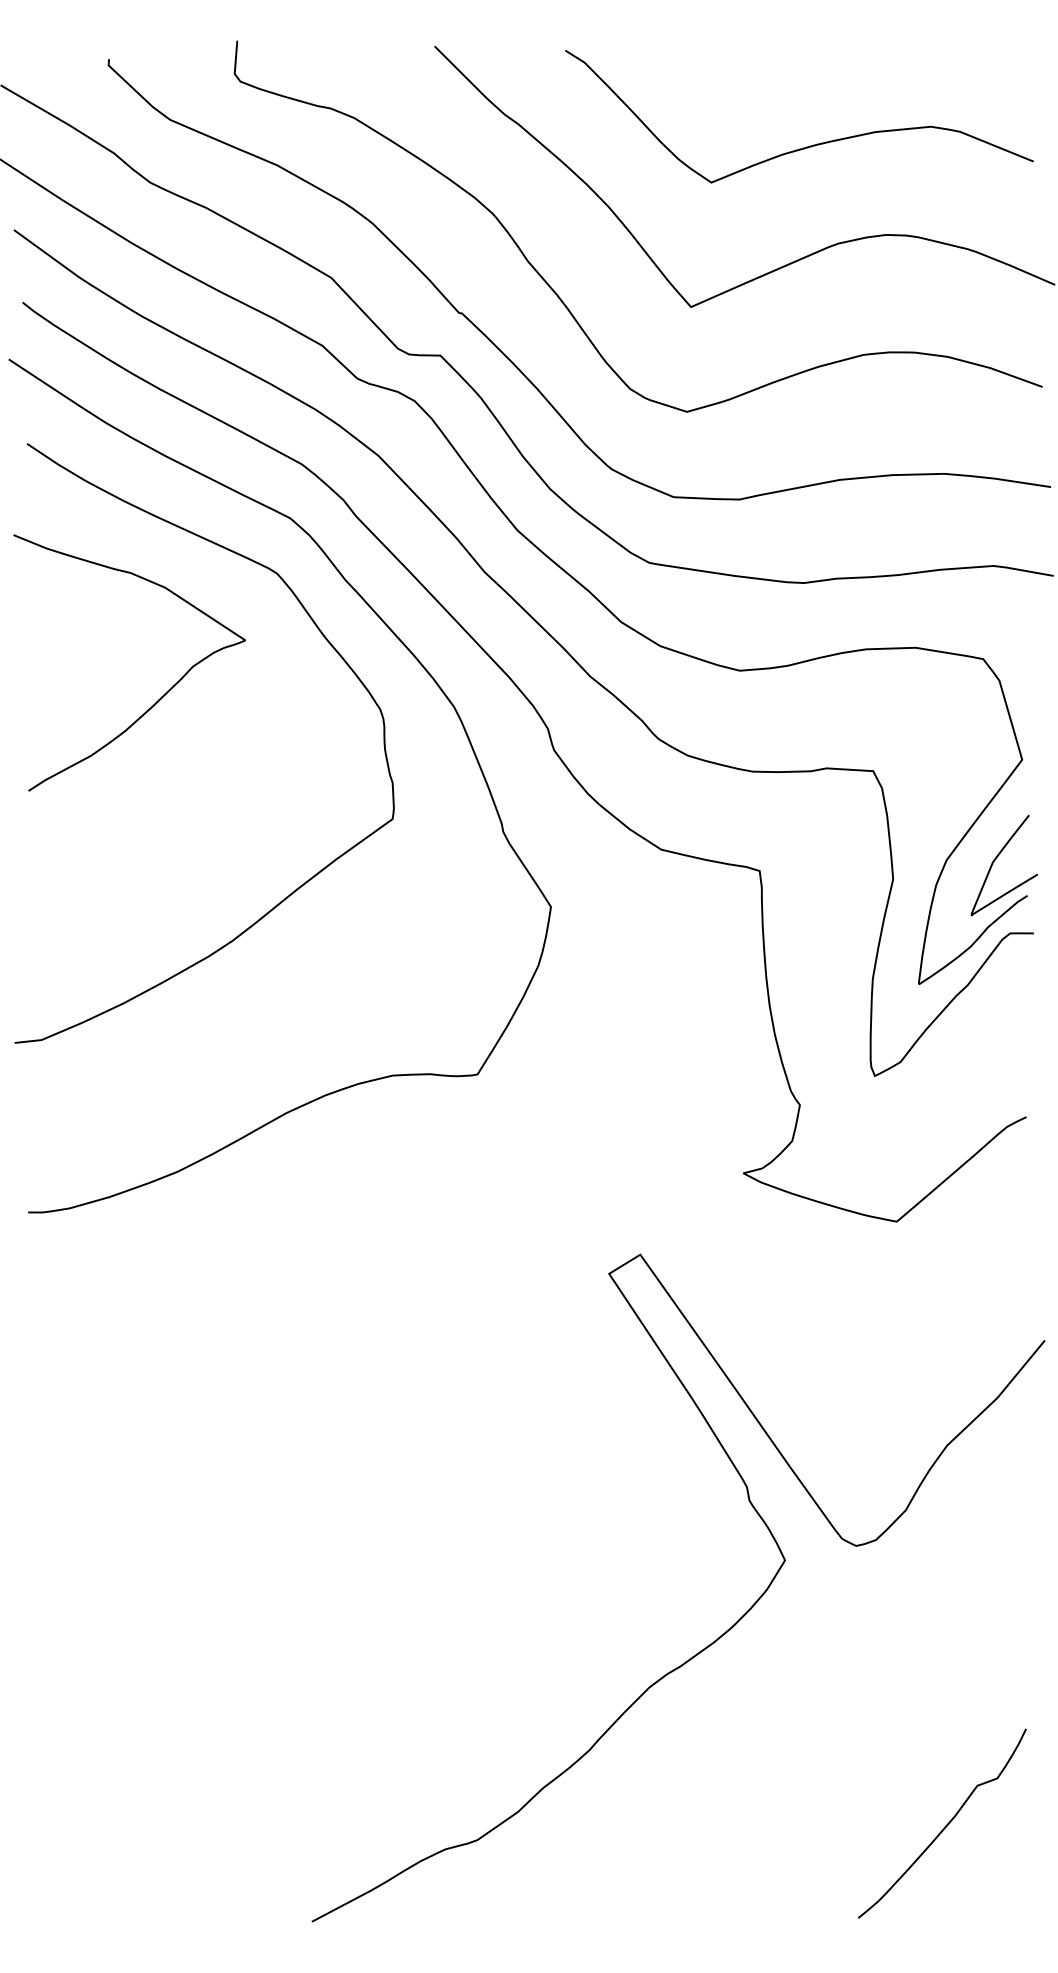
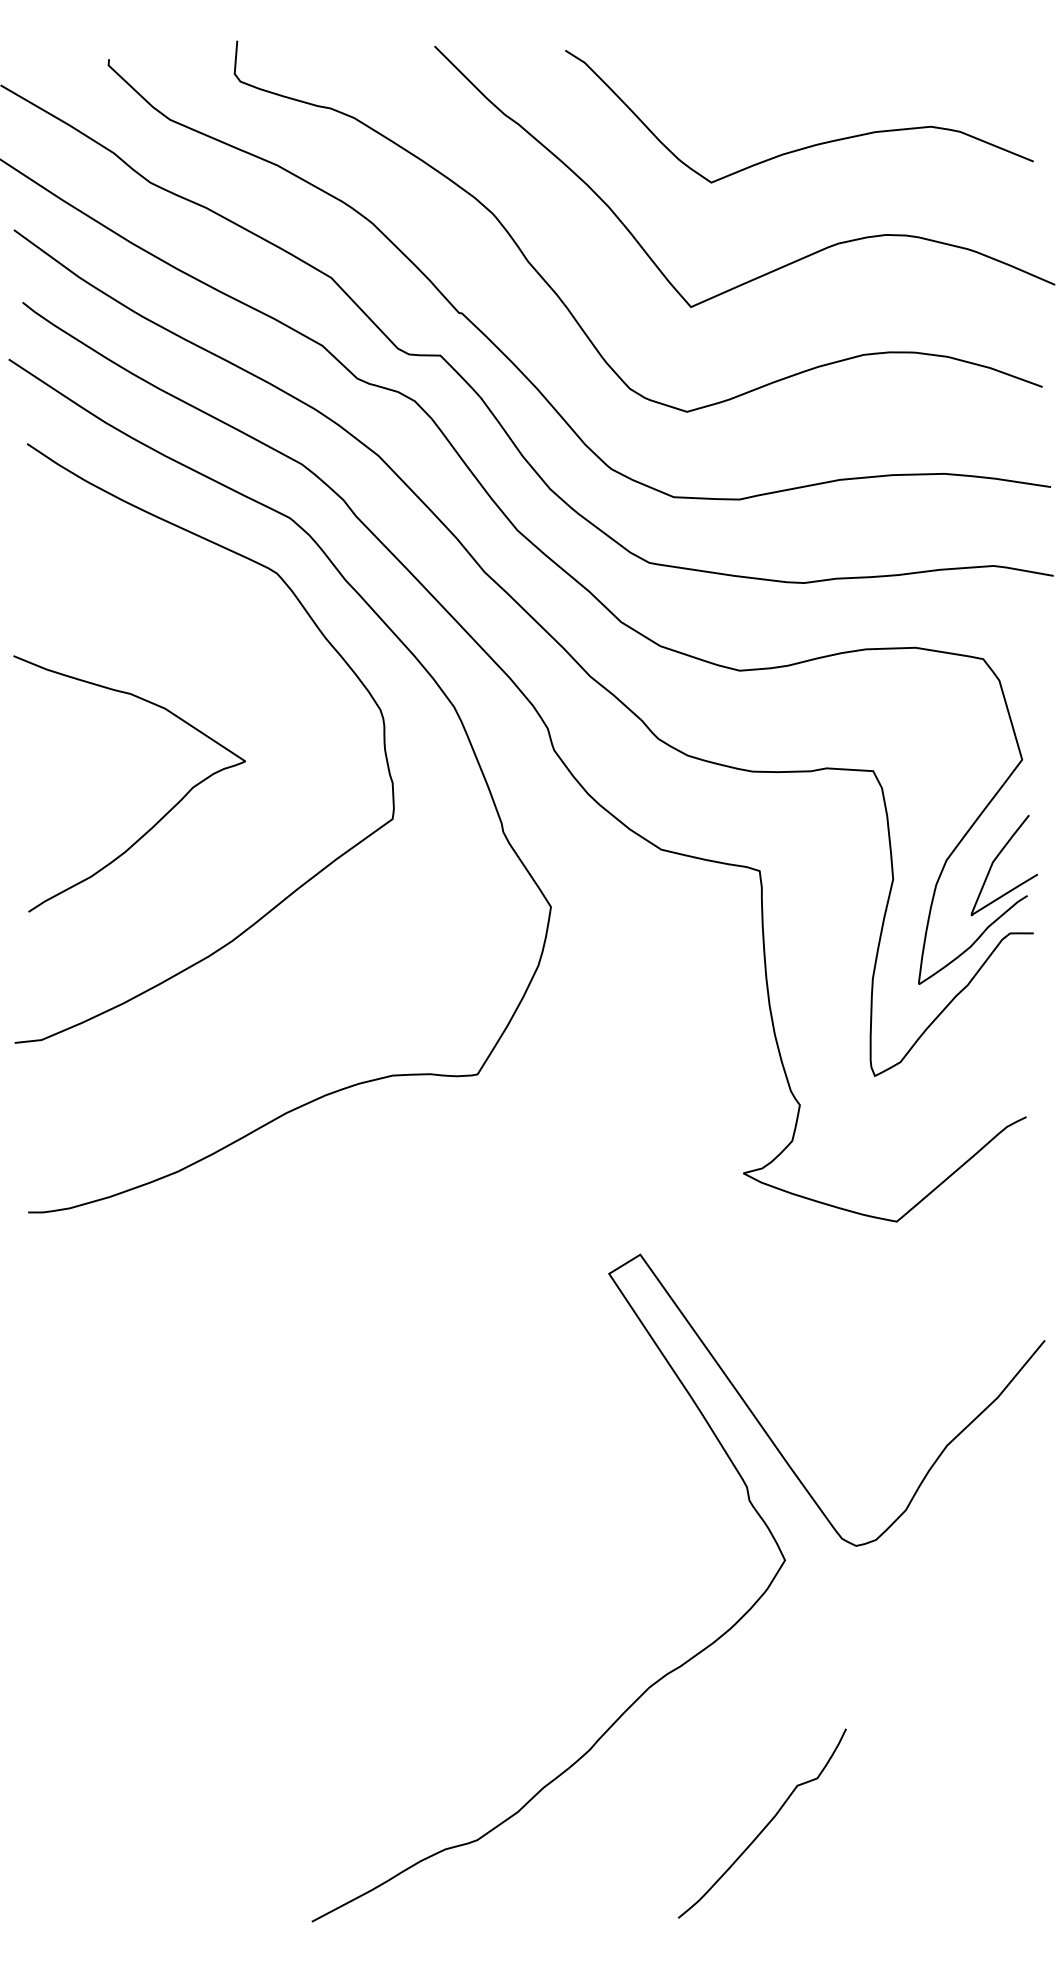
curve at (162, 695) position: (162, 695) -> (162, 816)
curve at (945, 1825) position: (945, 1825) -> (765, 1825)
